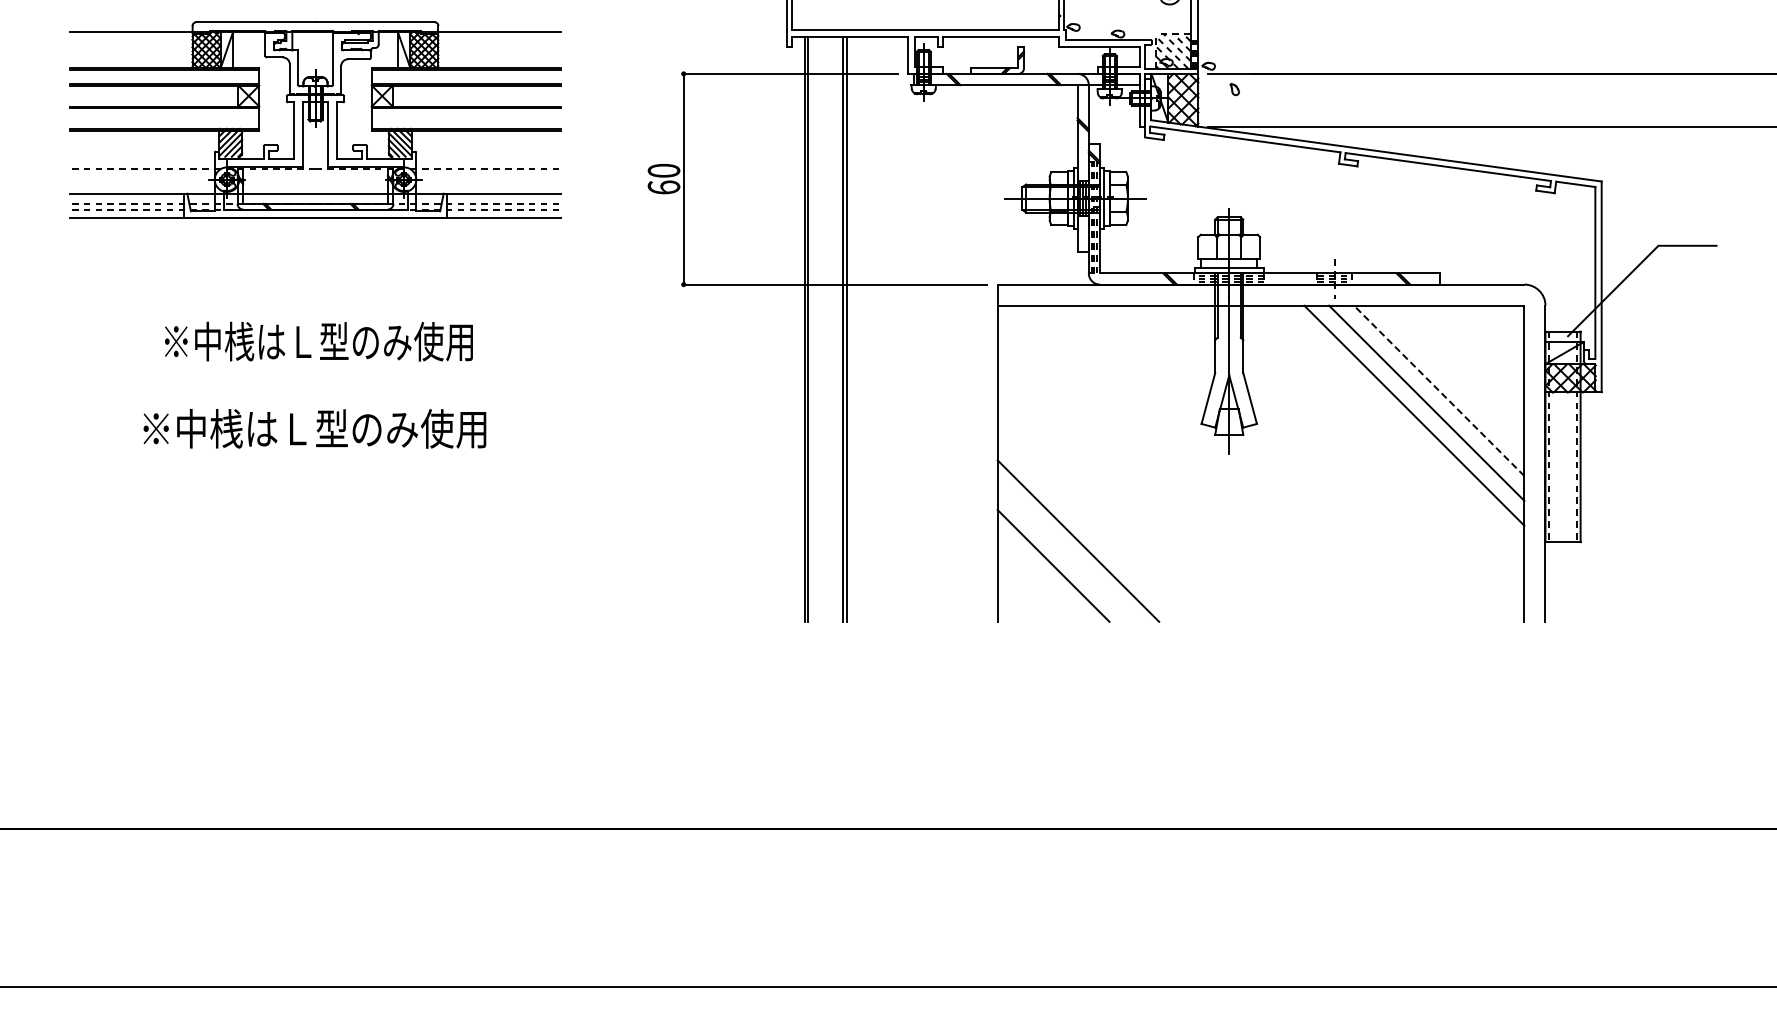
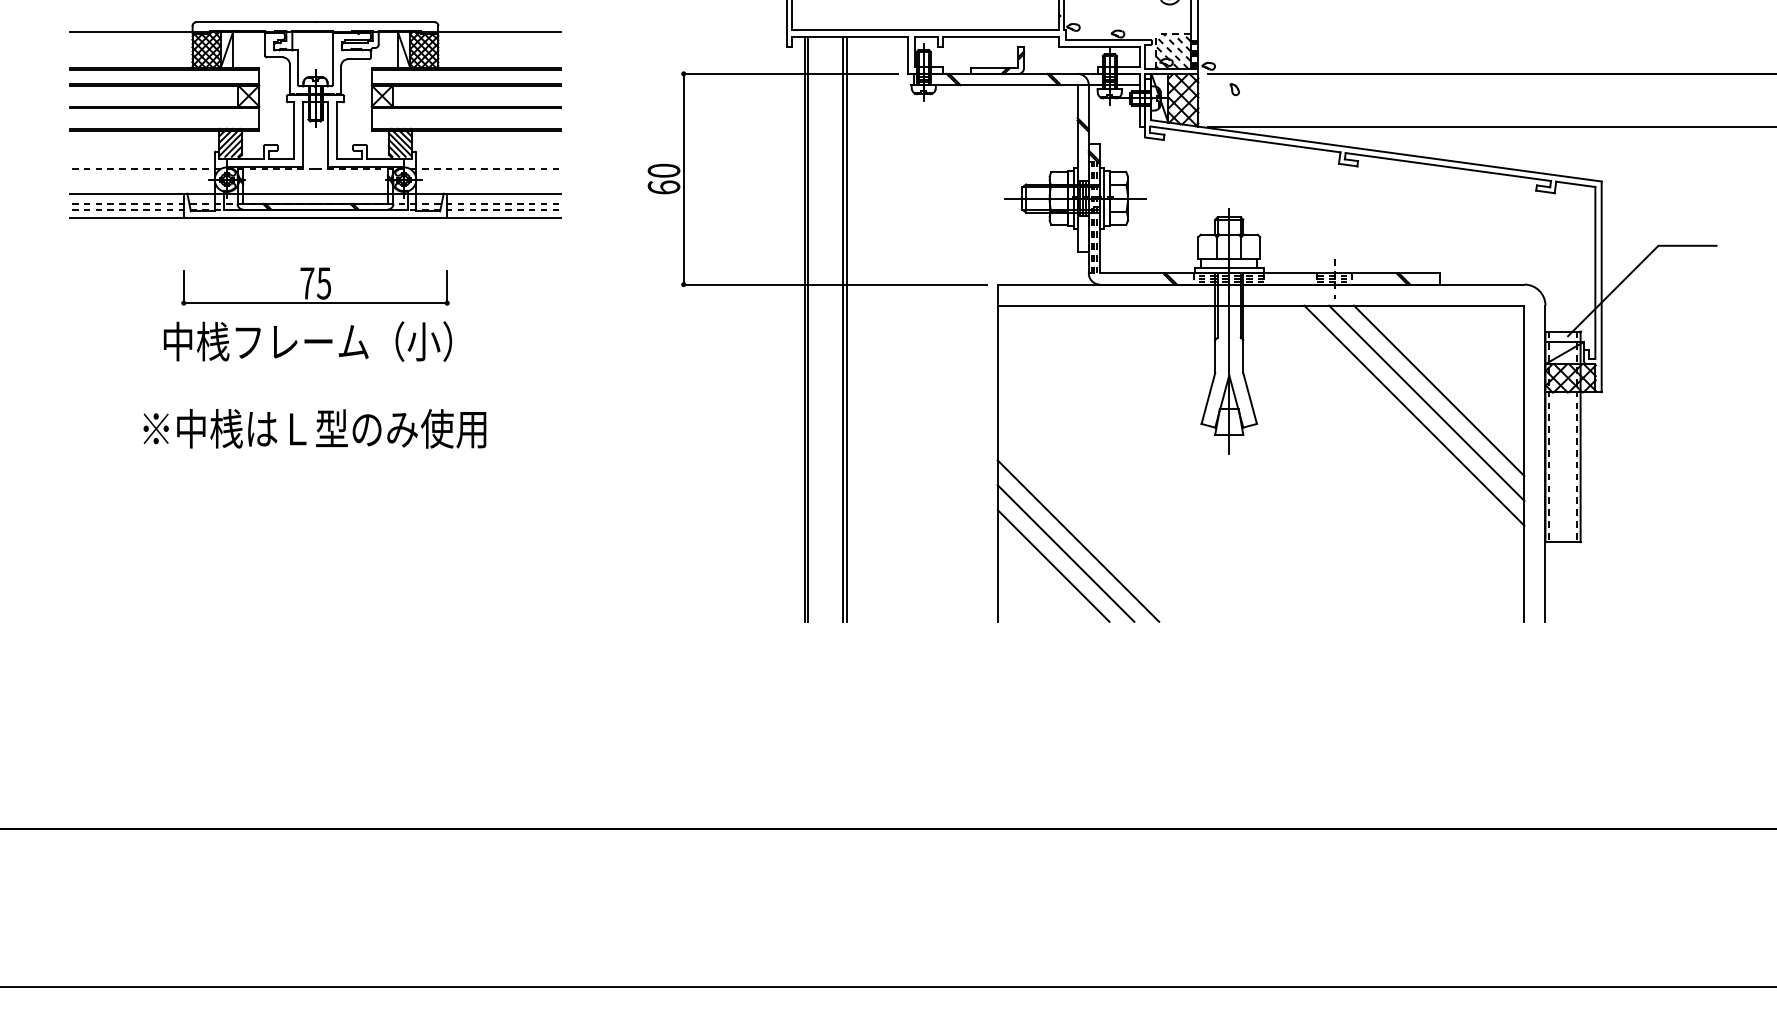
part at (315, 286): none -> present
text at (317, 341): ※中桟はＬ型のみ使用 -> 中桟フレーム（小）
line at (1439, 390): dashed -> solid
line at (1065, 553): none -> present
